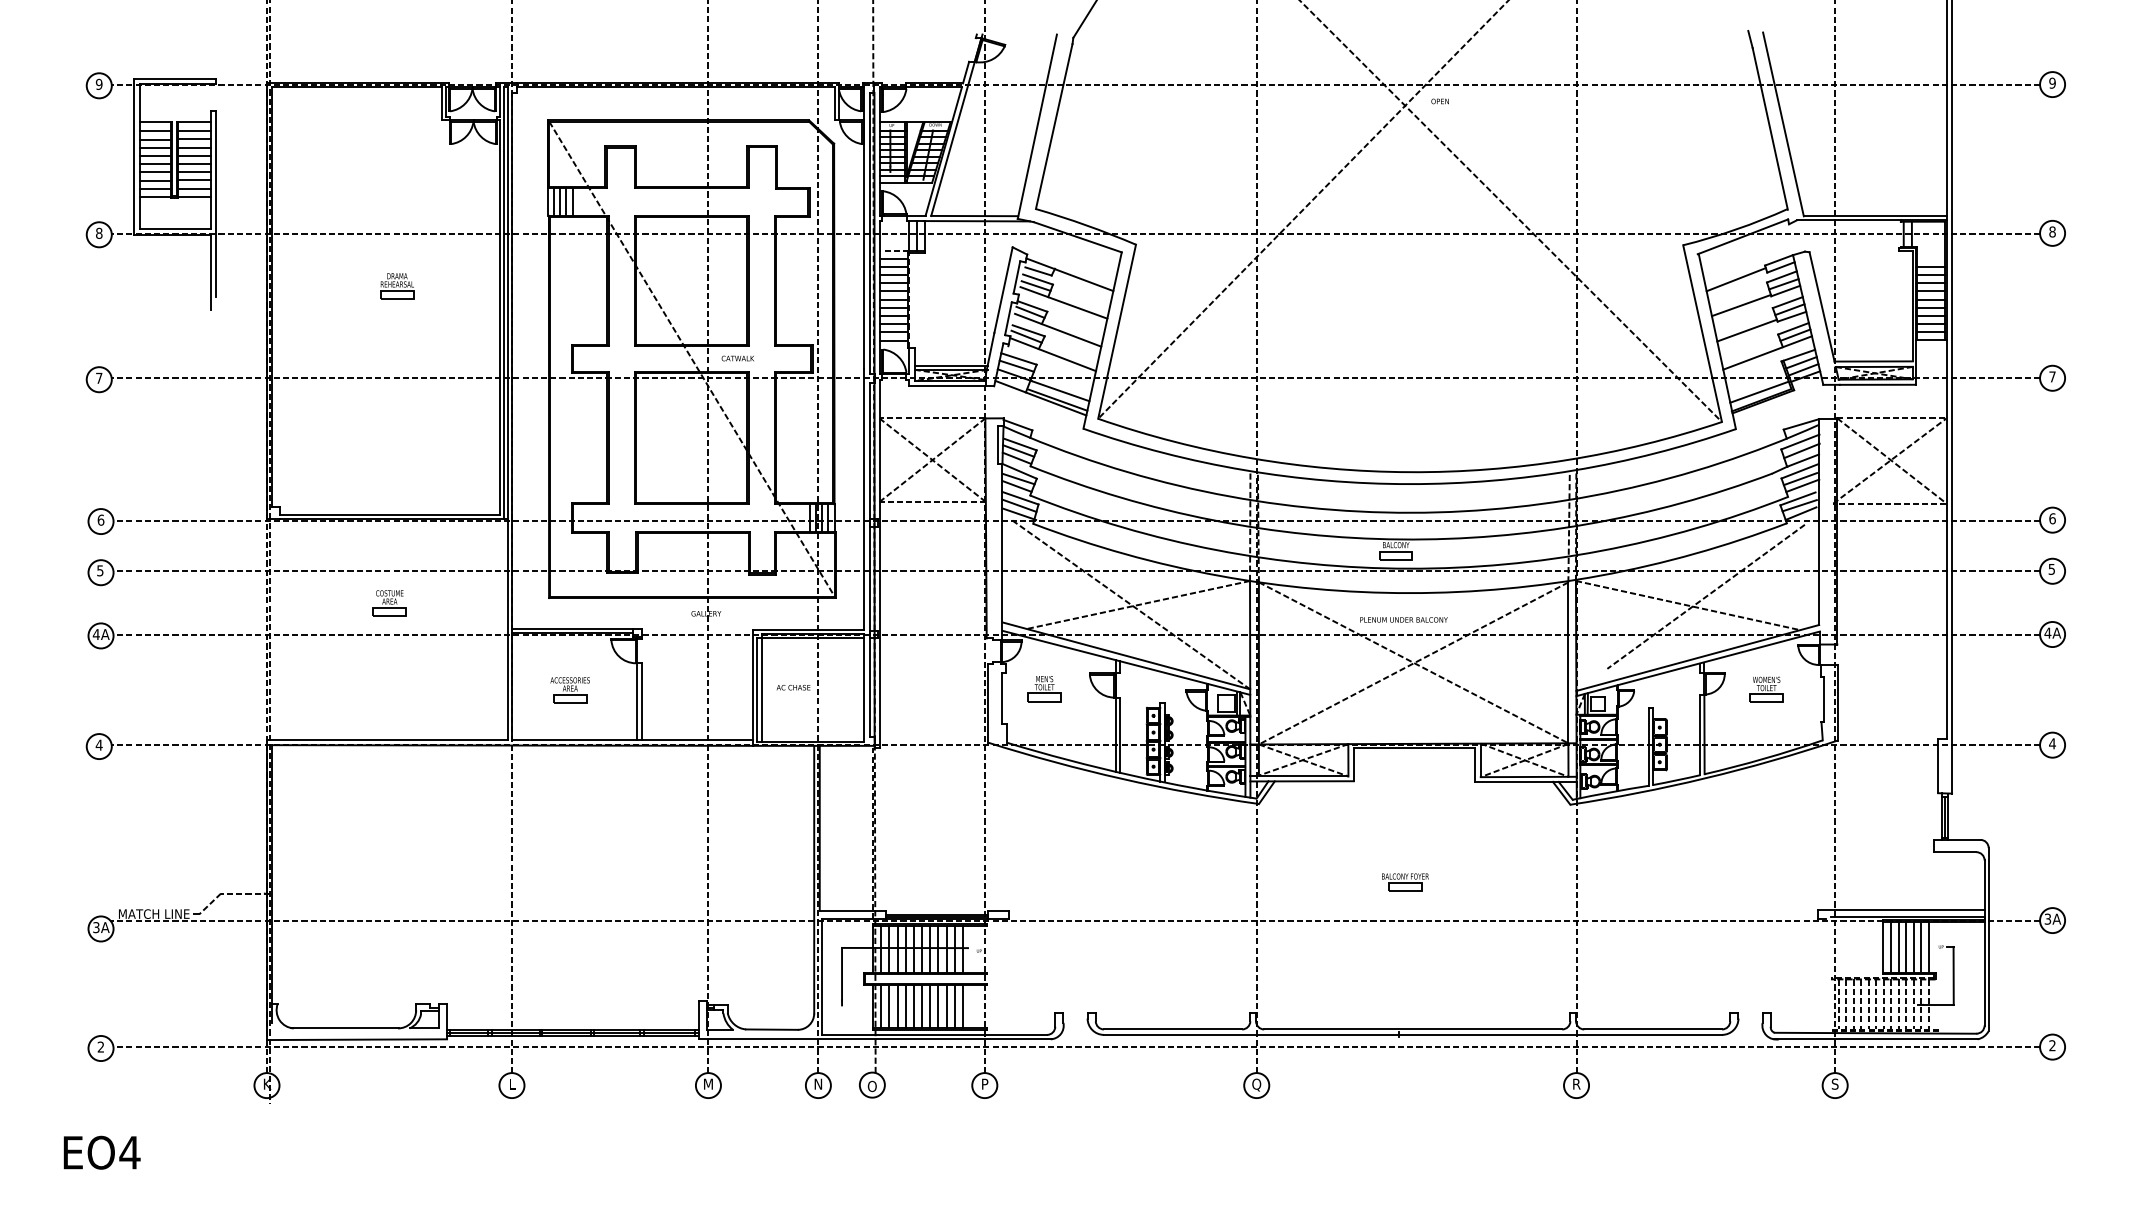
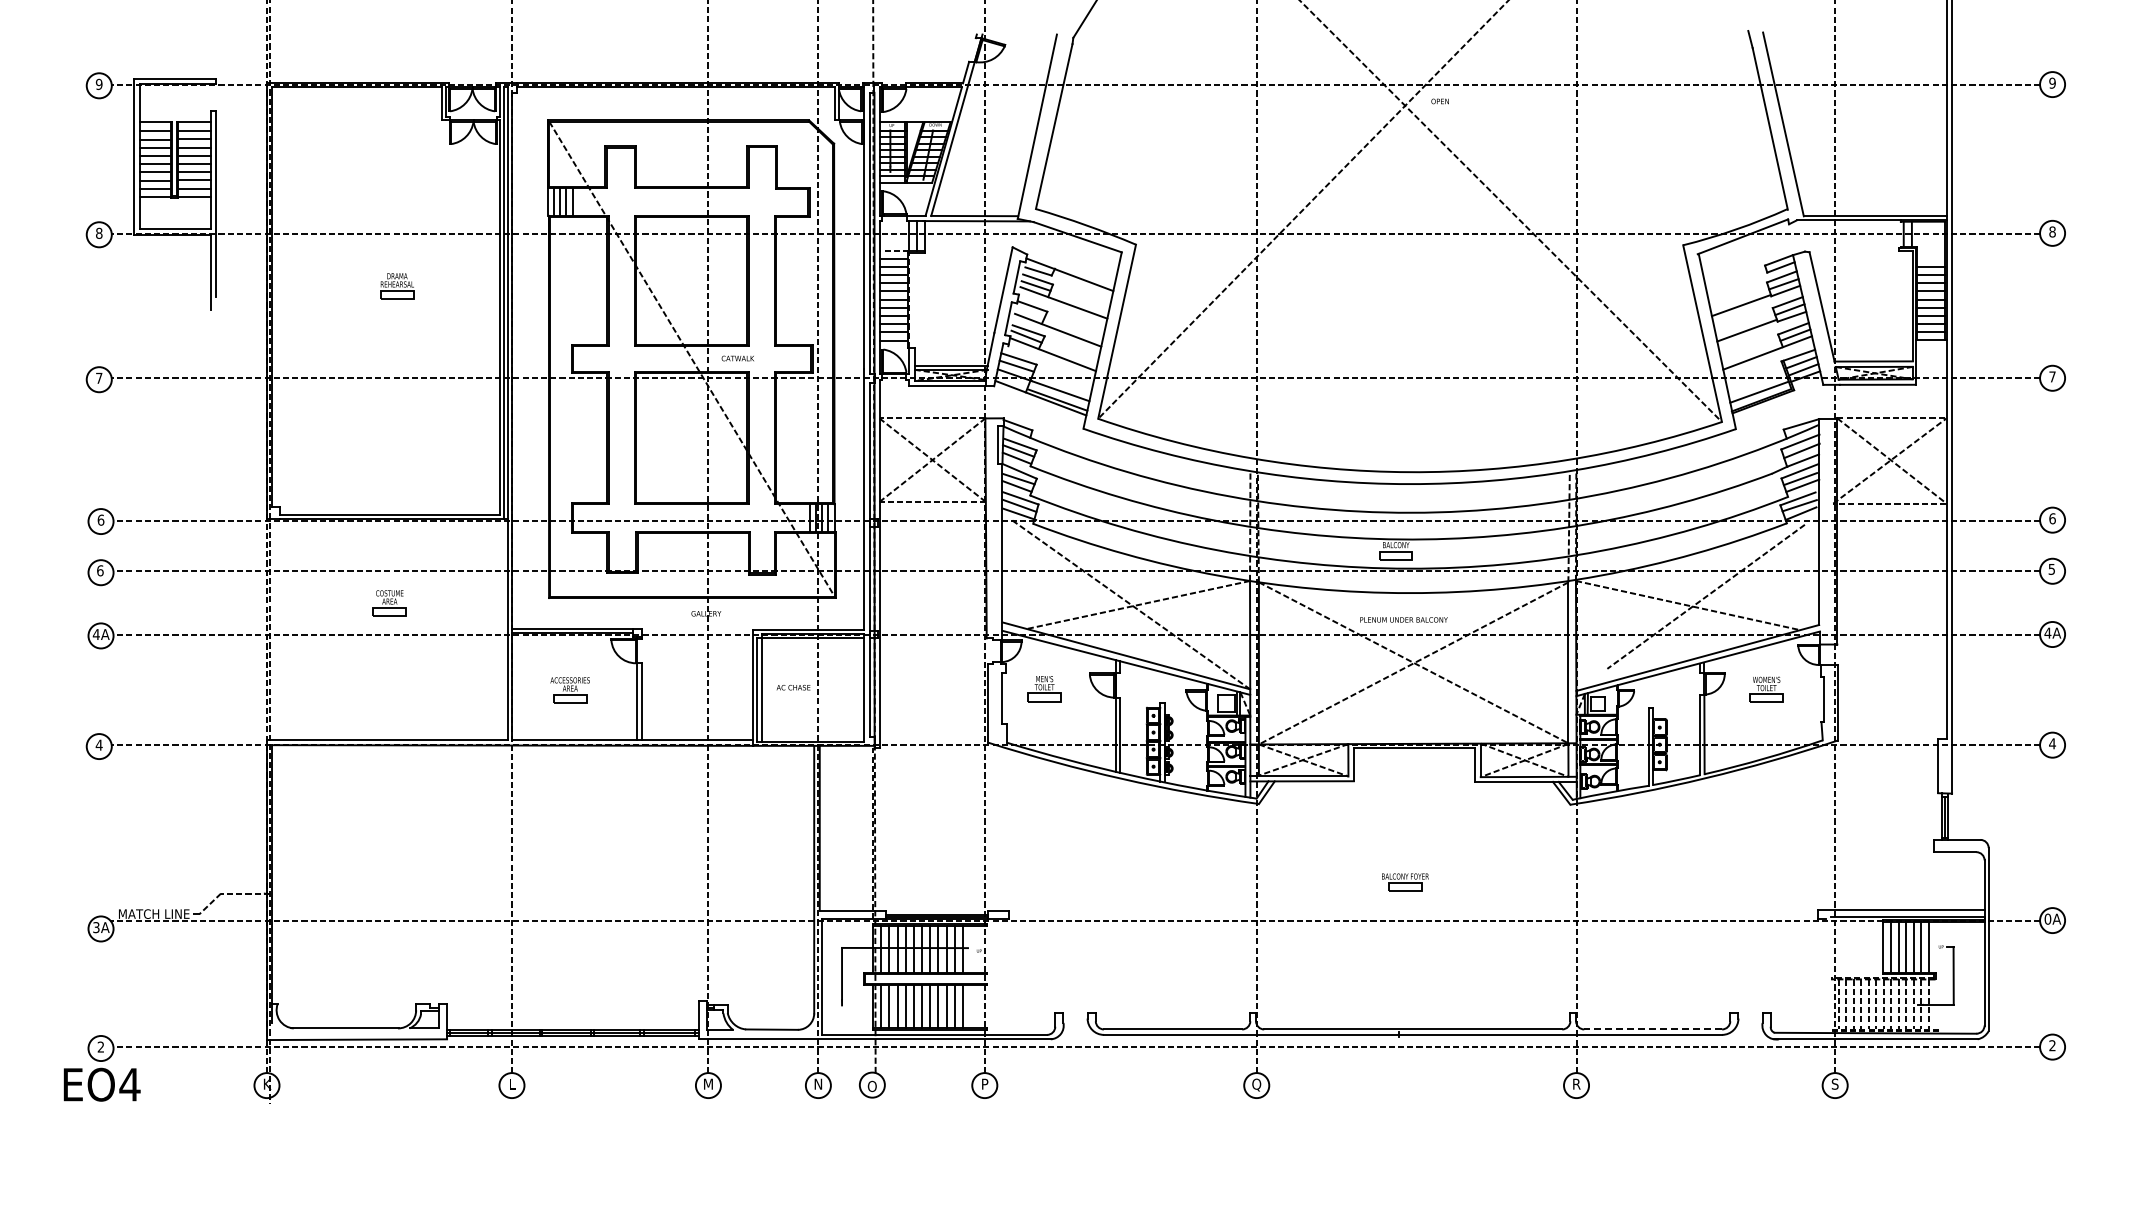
line at (1735, 279): present -> none
line at (1030, 311): present -> none
text at (100, 570): 5 -> 6
text at (2047, 918): 3A -> 0A
line at (1653, 1029): solid -> dashed
text at (101, 1152) position: (101, 1152) -> (101, 1084)
